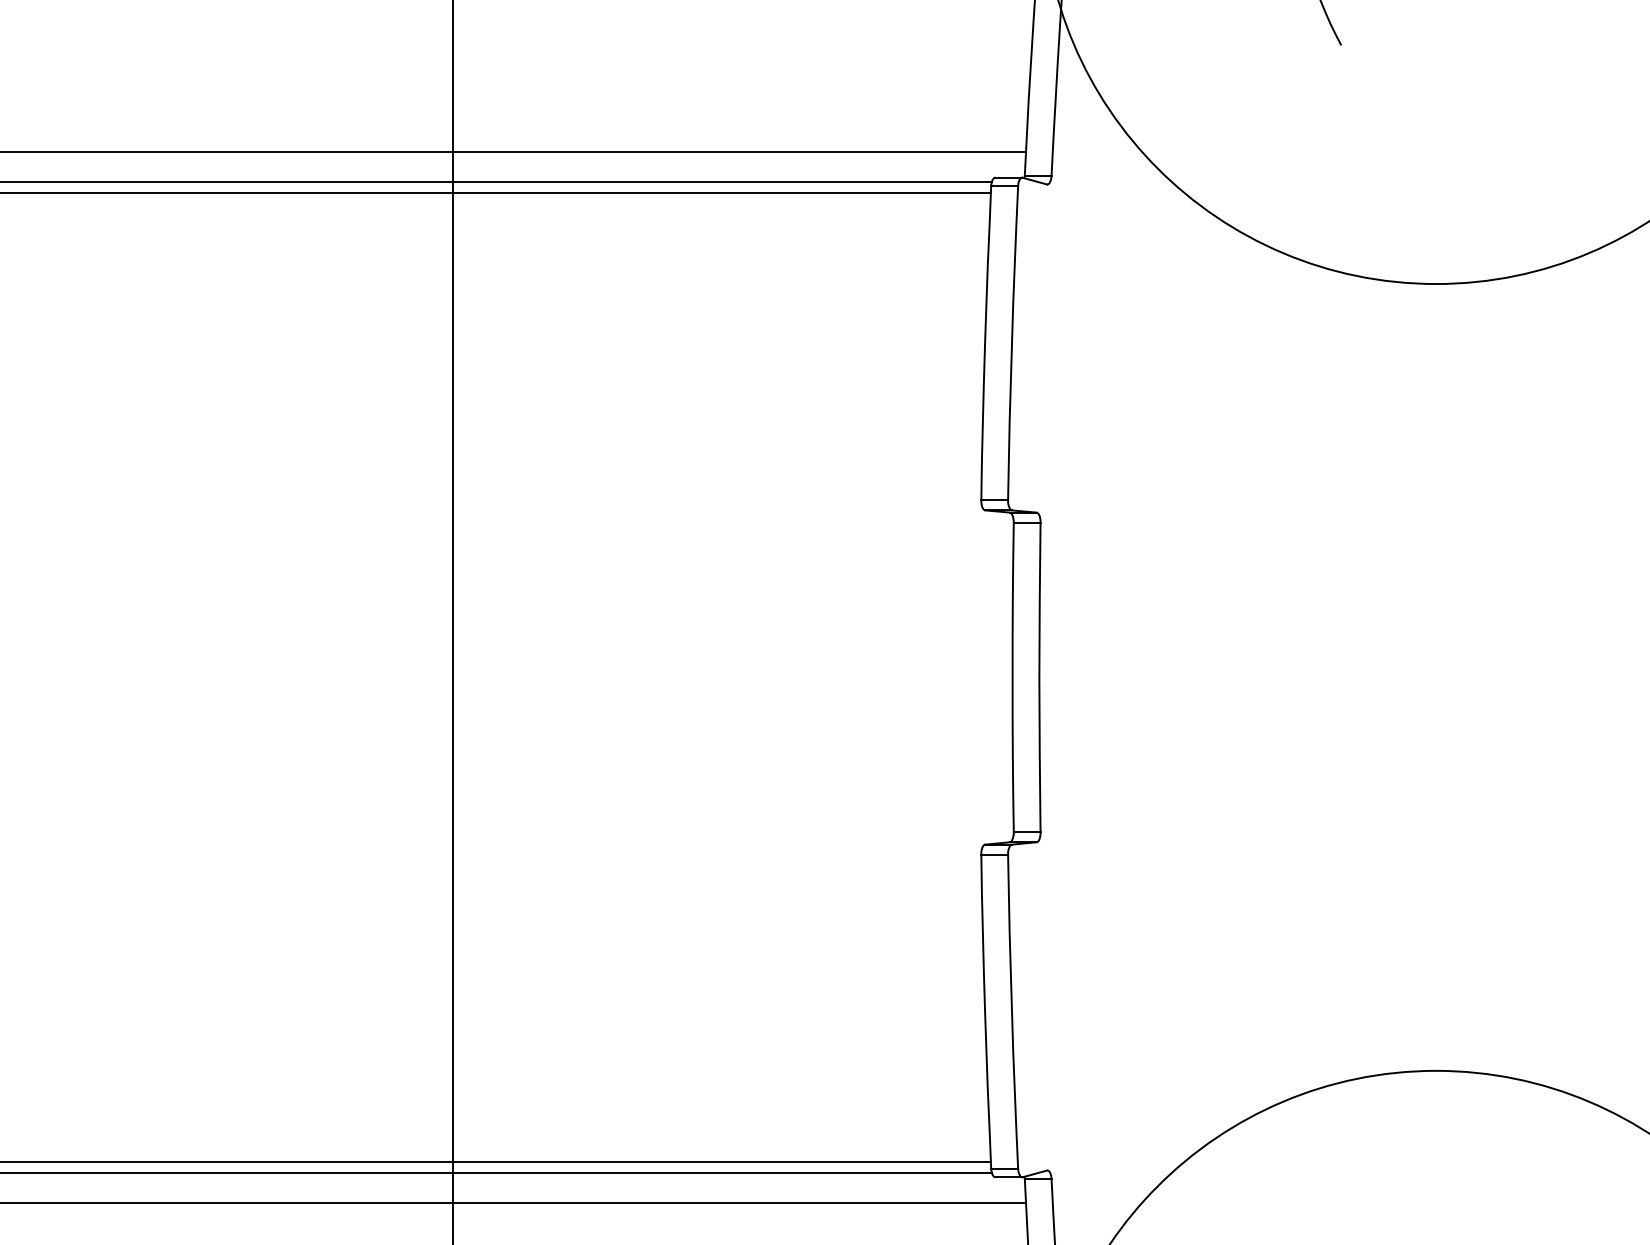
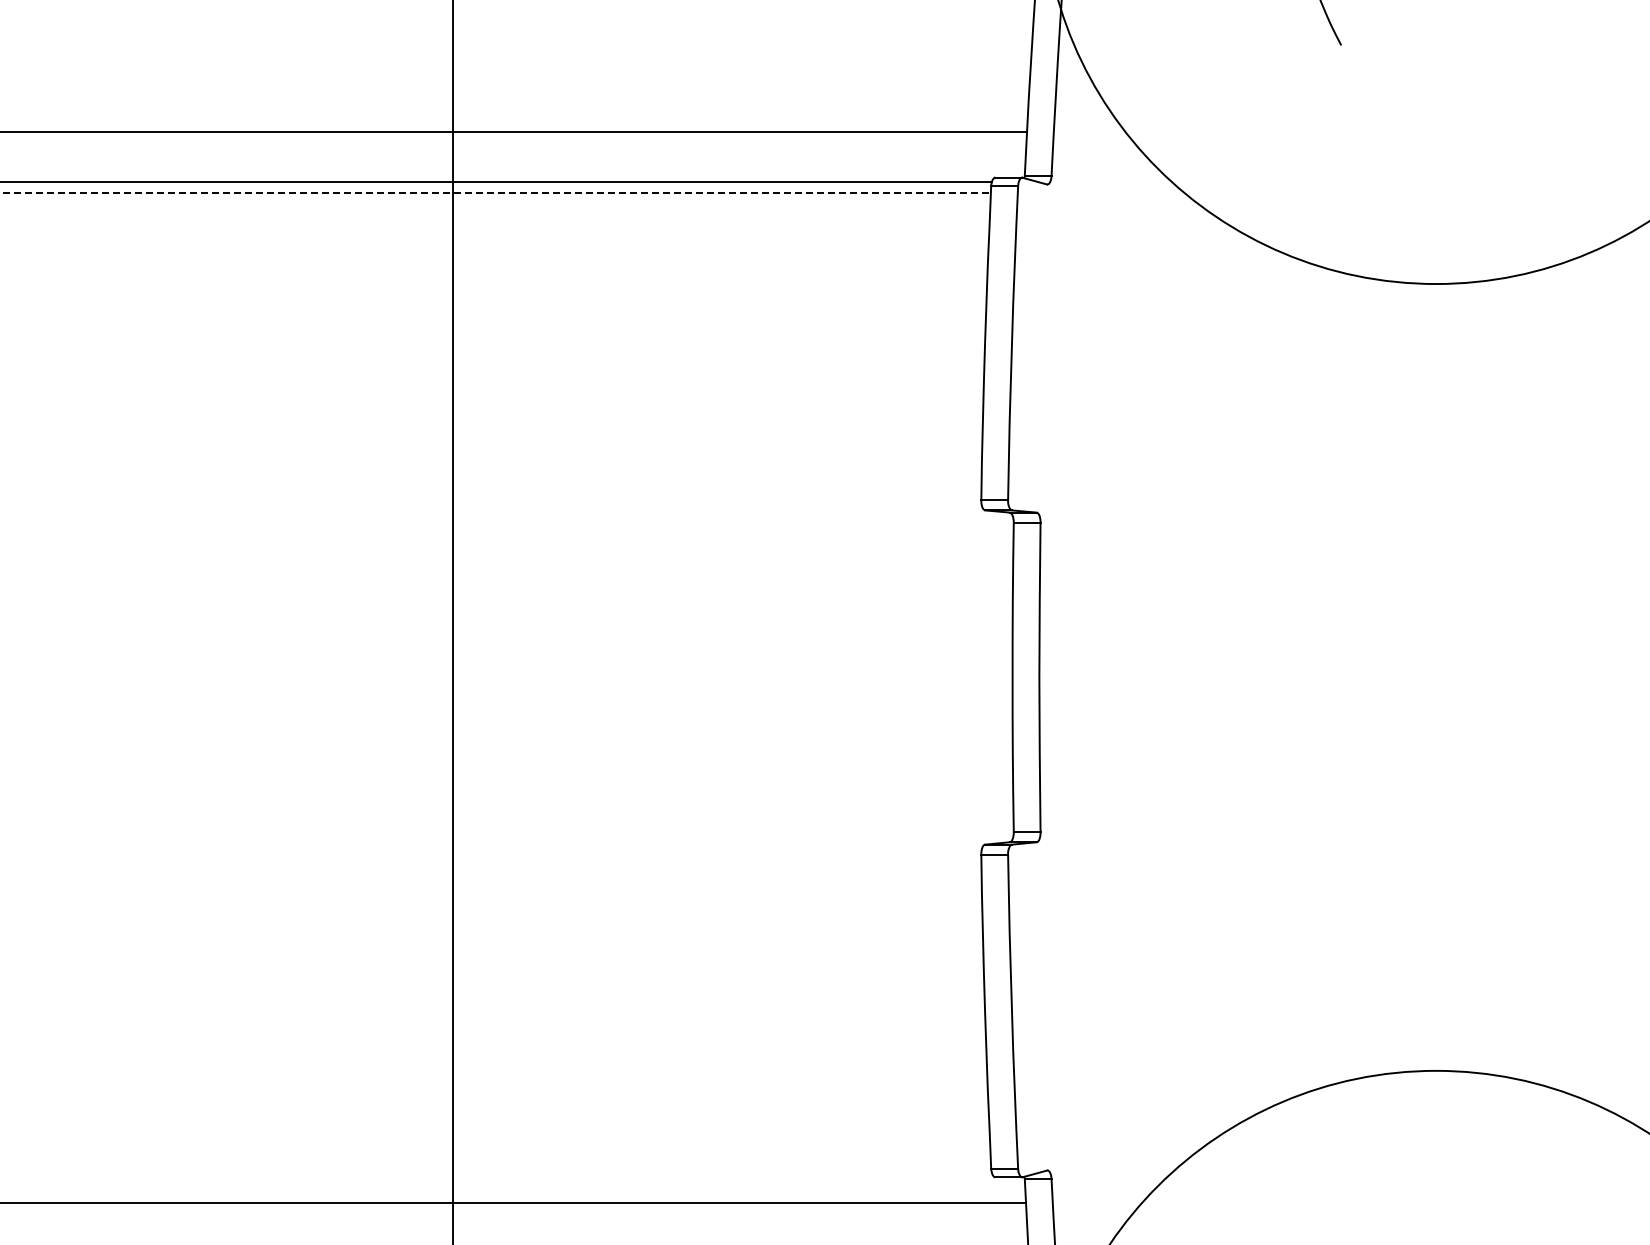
line at (513, 152) position: (513, 152) -> (513, 132)
line at (496, 192): solid -> dashed
line at (496, 1162): present -> none
line at (496, 1173): present -> none
